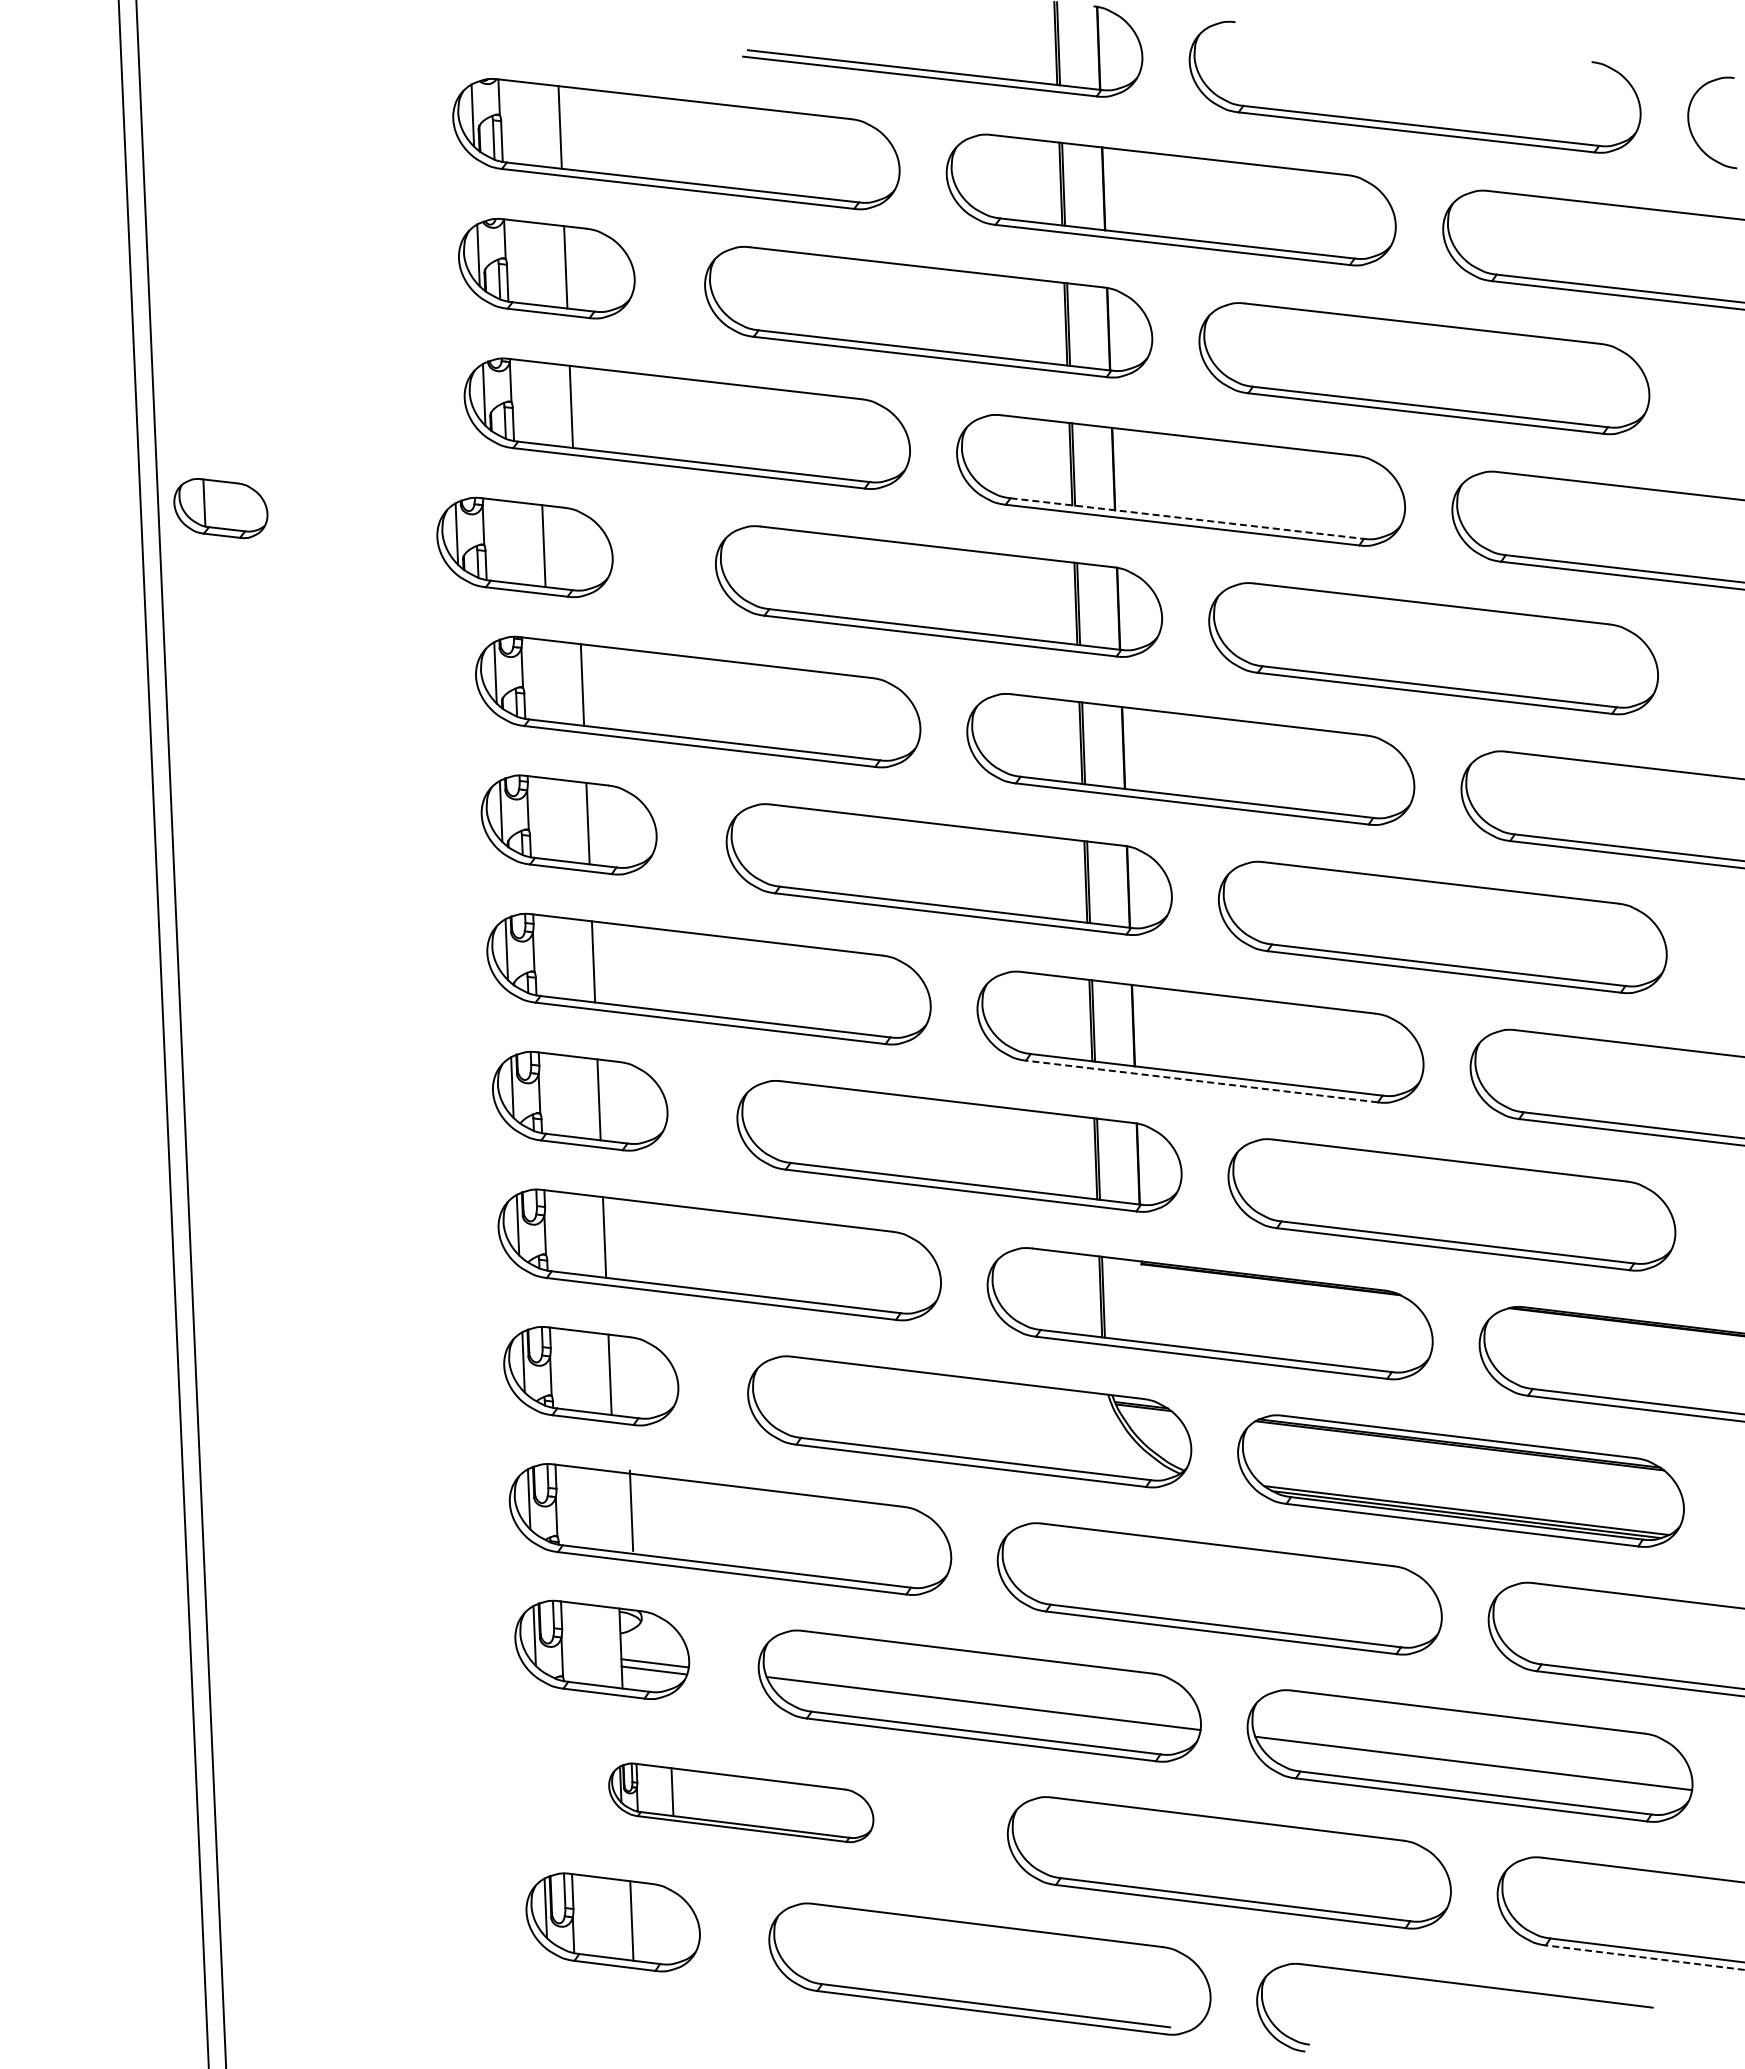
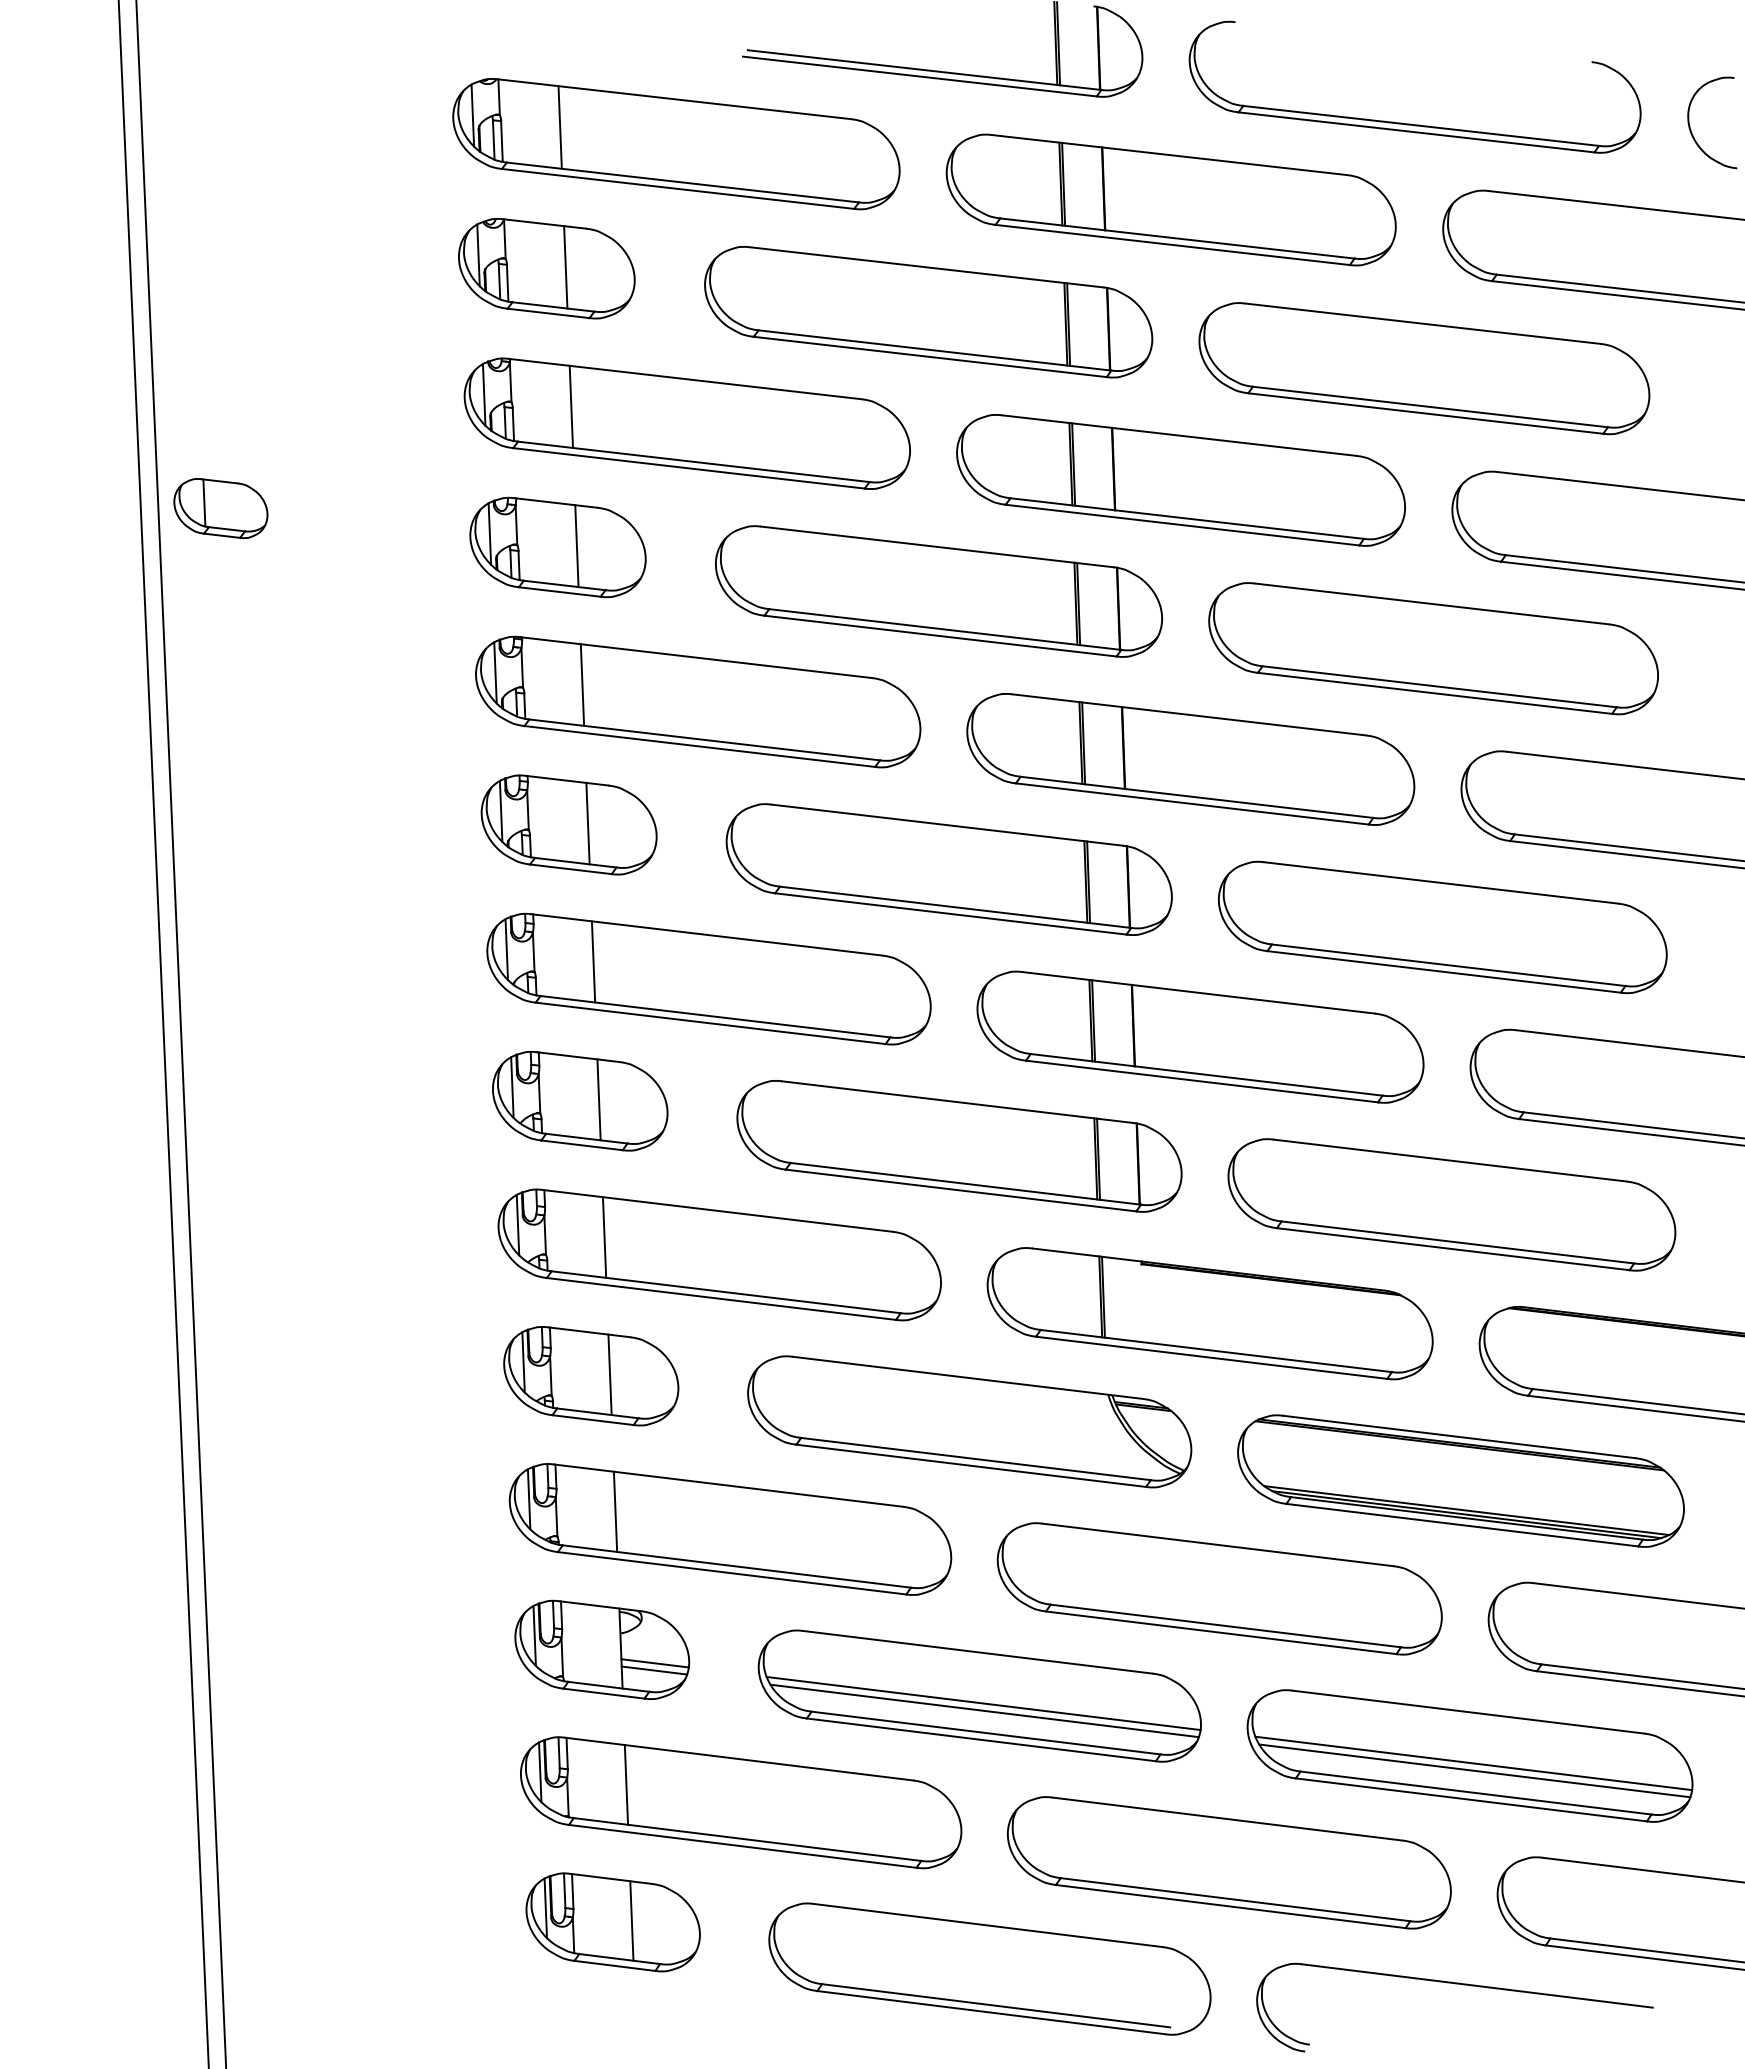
line at (1187, 518): dashed -> solid
part at (524, 547) position: (524, 547) -> (557, 547)
line at (1201, 1081): dashed -> solid
line at (631, 1510) position: (631, 1510) -> (615, 1511)
line at (984, 1710): none -> present
line at (1474, 1770): none -> present
part at (741, 1802) size: 267x82 px -> 443x134 px
line at (1644, 1957): dashed -> solid
